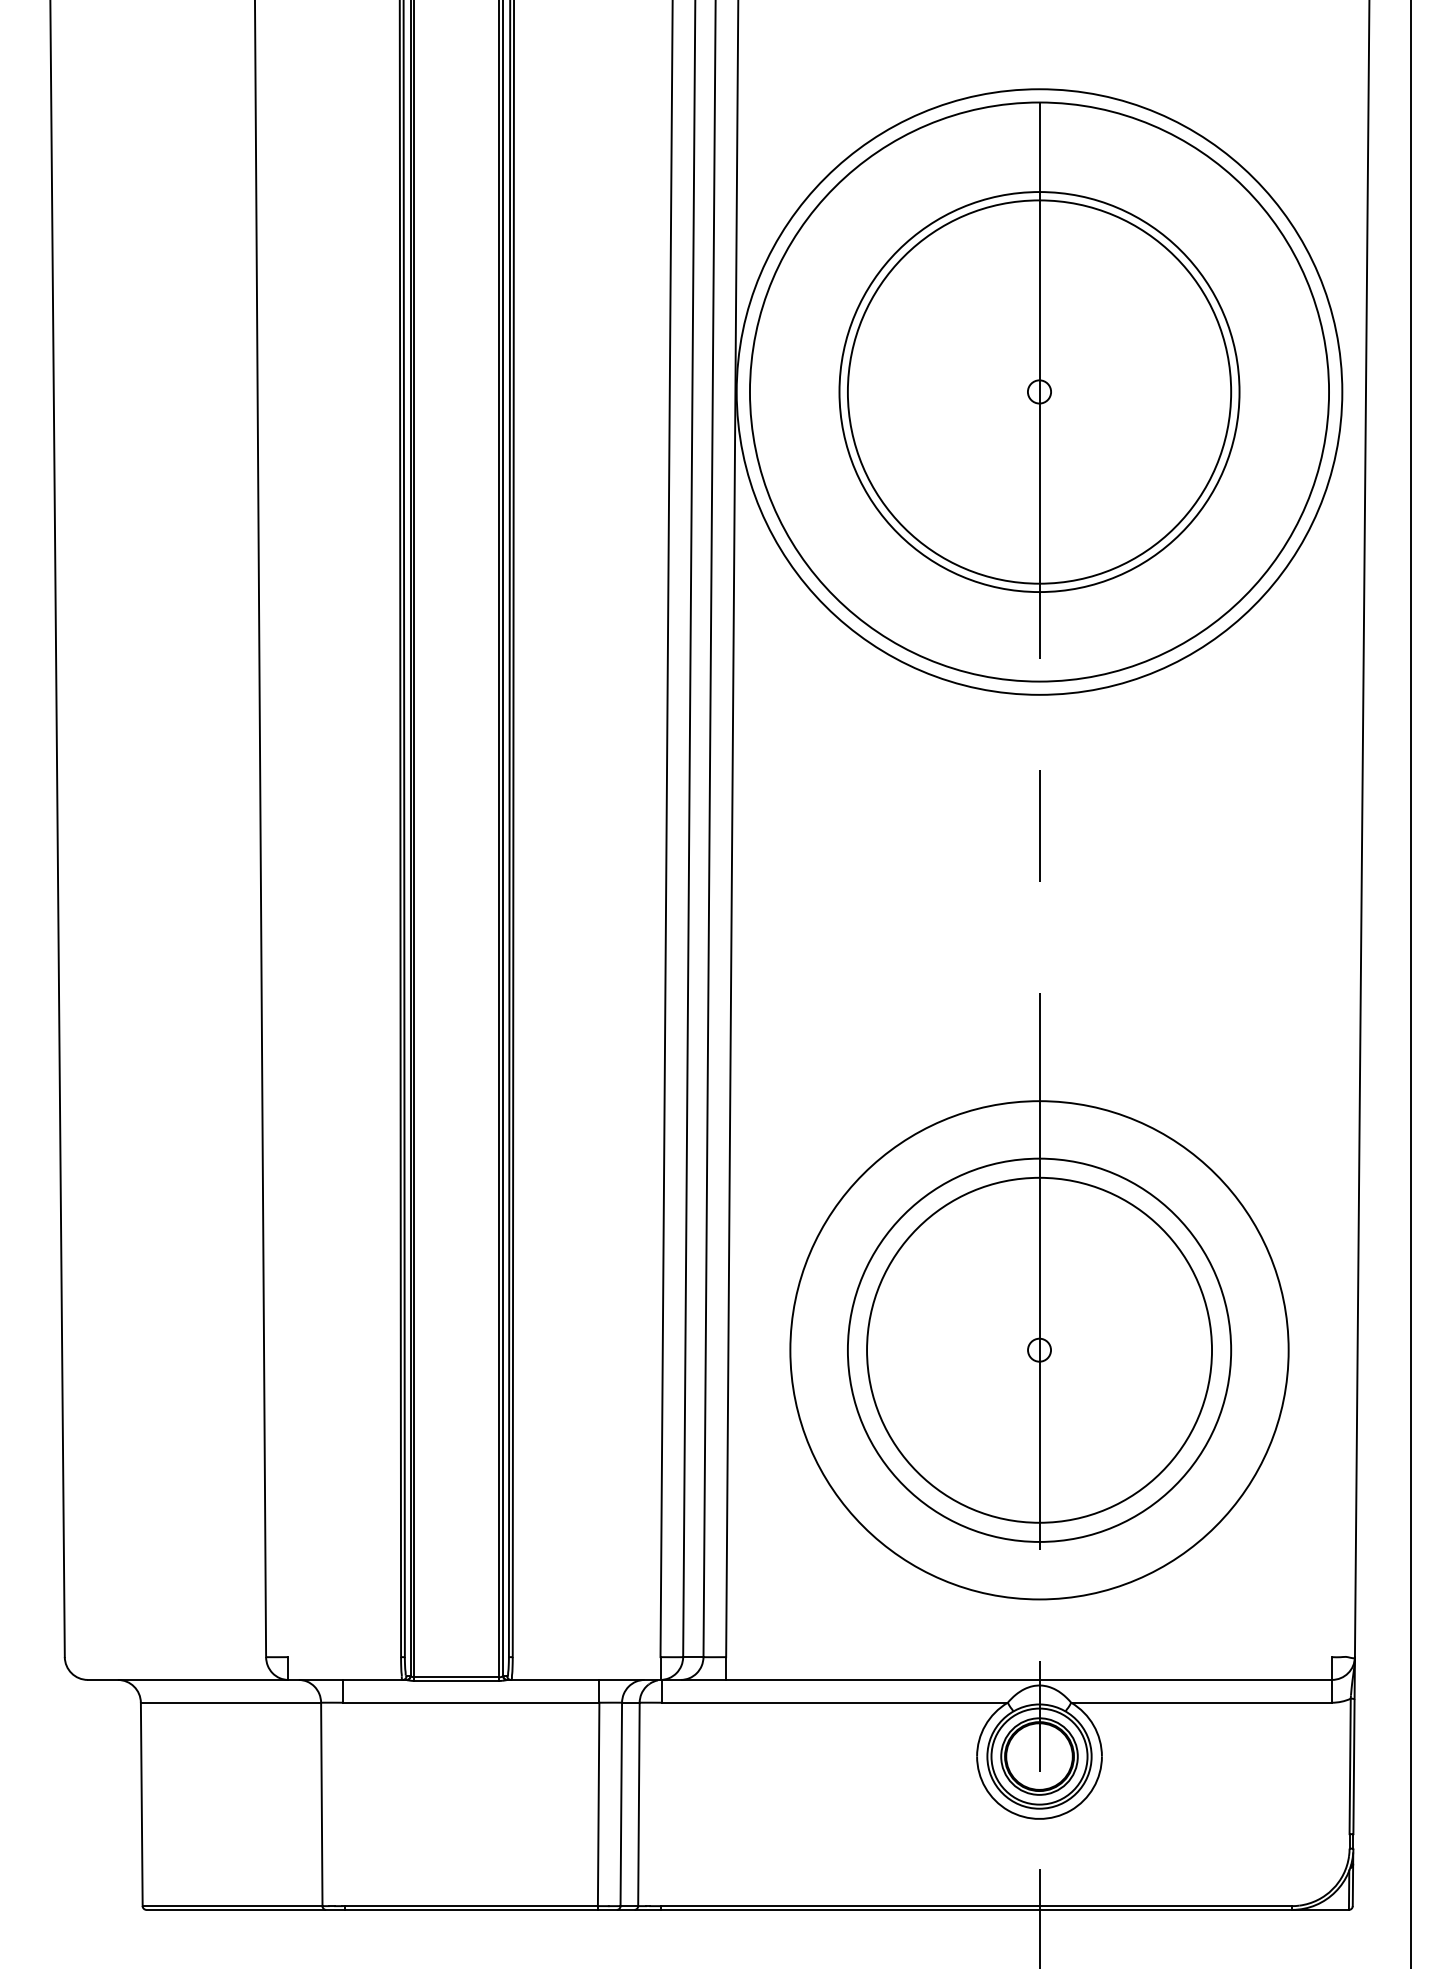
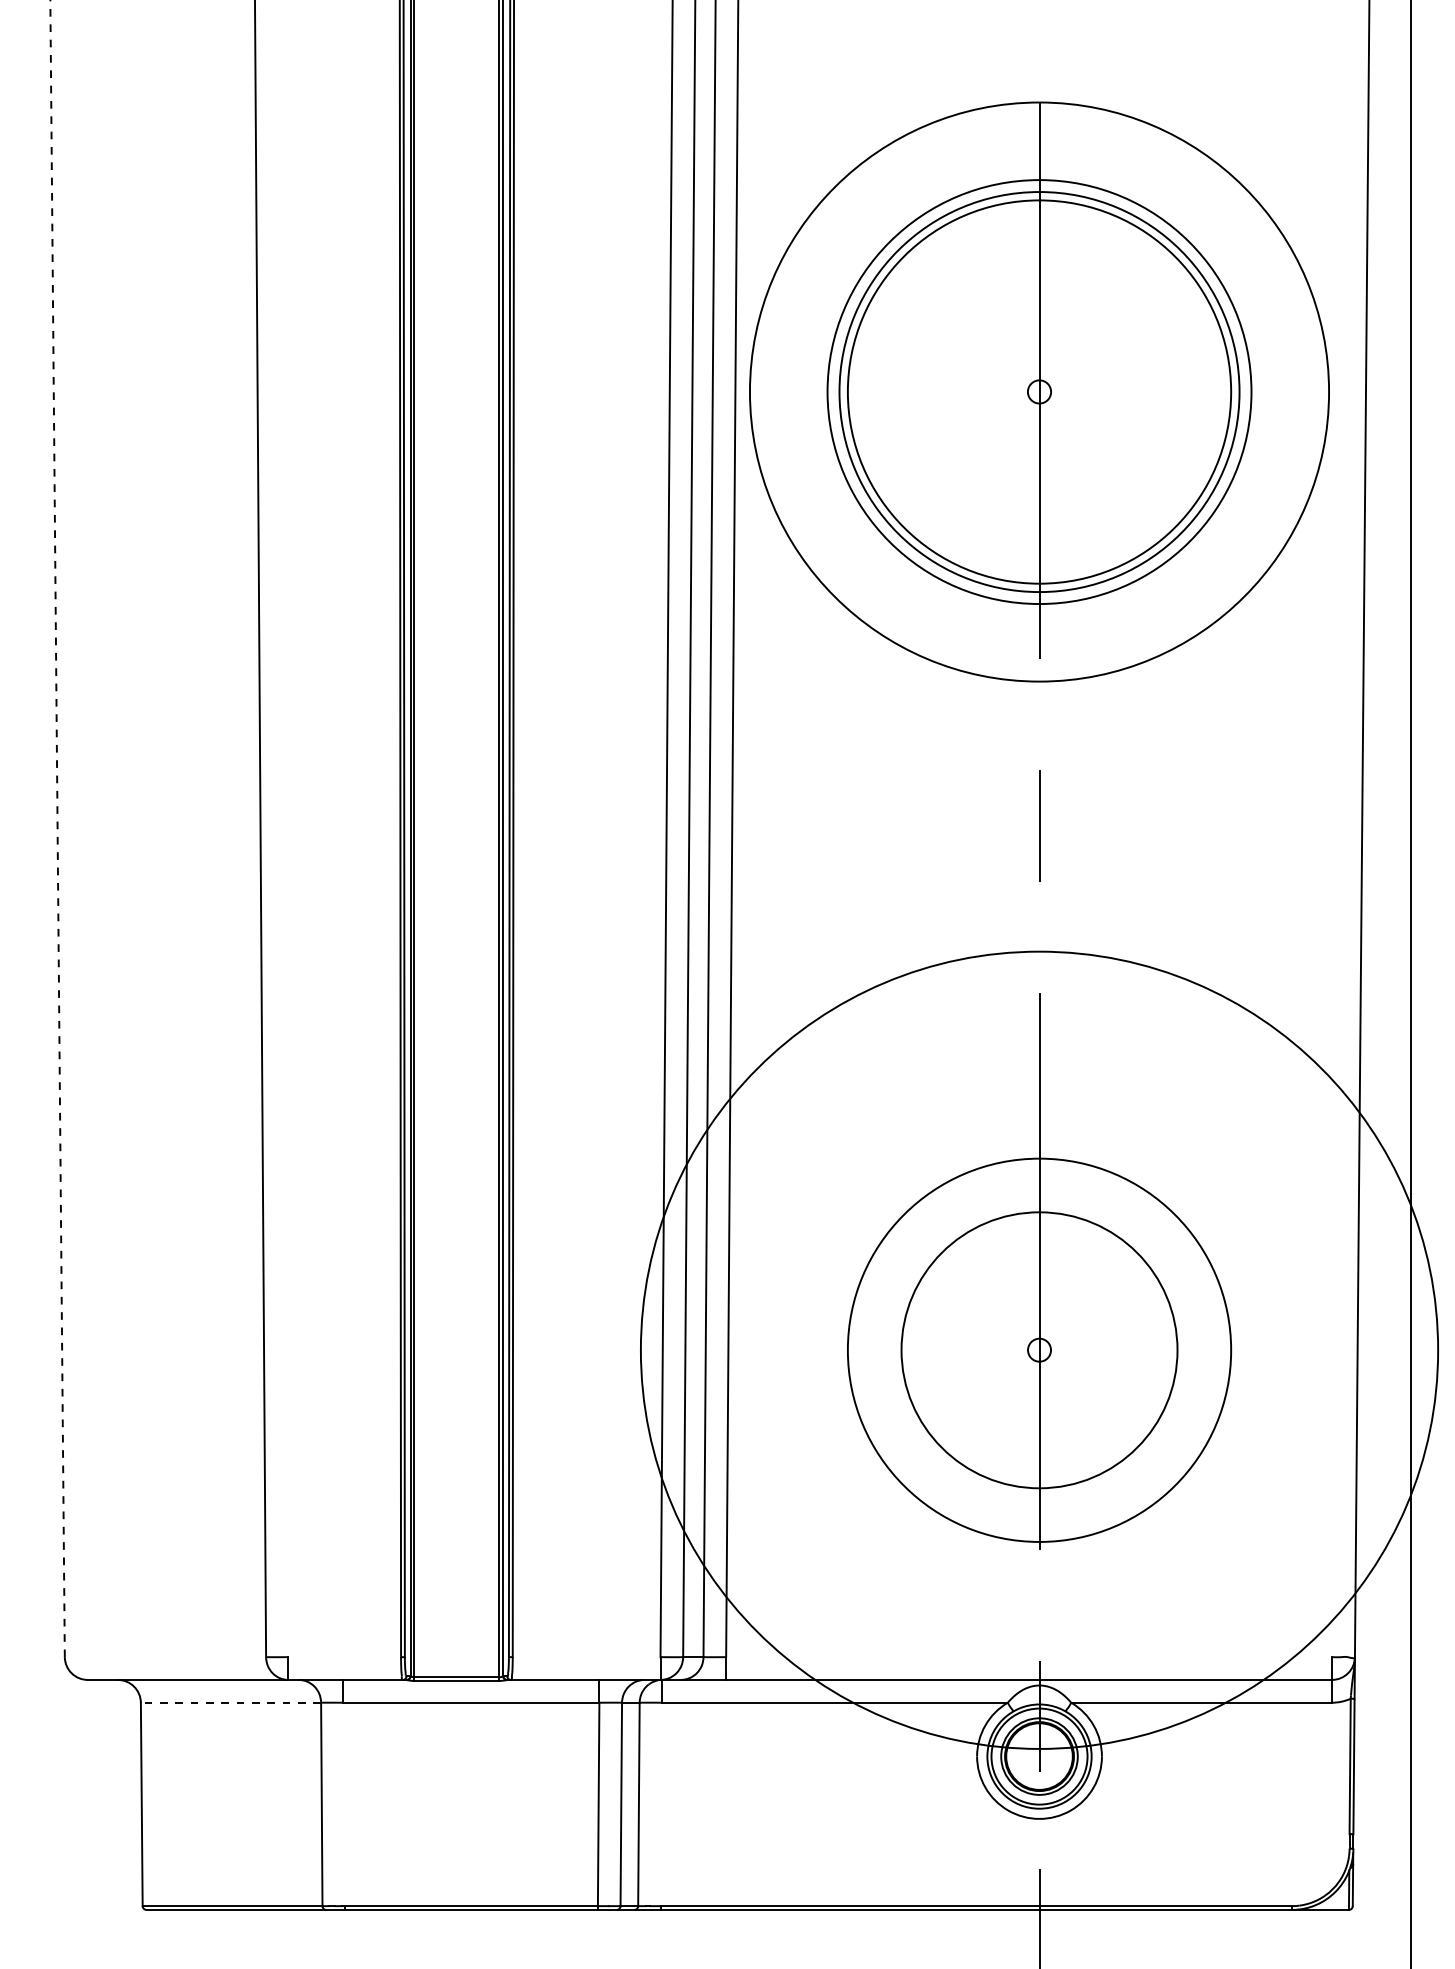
circle at (1039, 391) diameter: 606 px -> 424 px
line at (57, 828): solid -> dashed
circle at (1039, 1349) diameter: 345 px -> 276 px
circle at (1039, 1350) diameter: 498 px -> 797 px
line at (230, 1702): solid -> dashed
